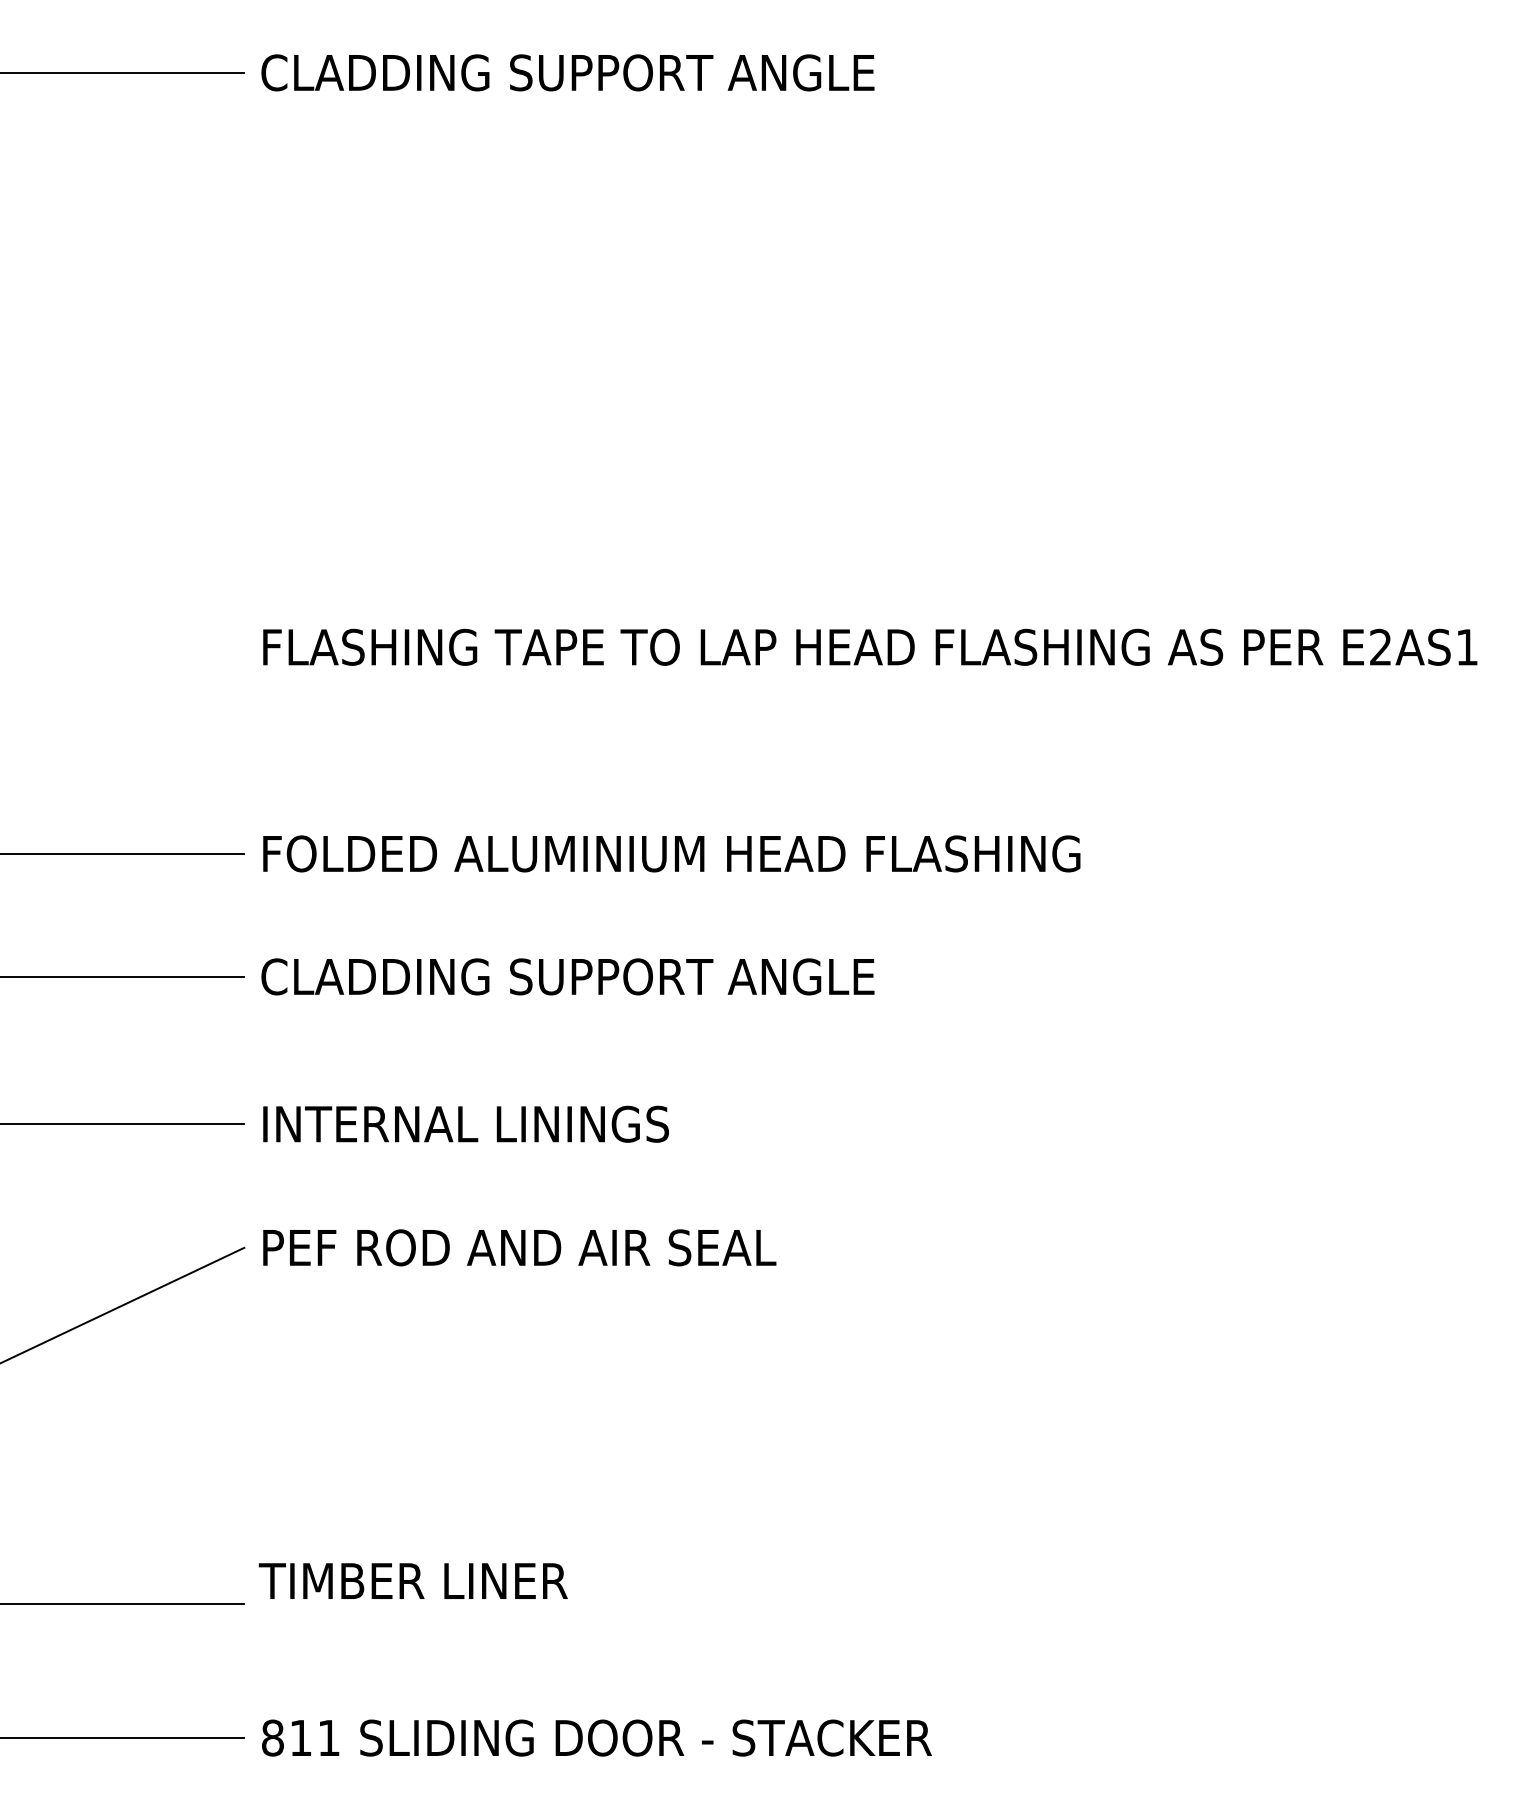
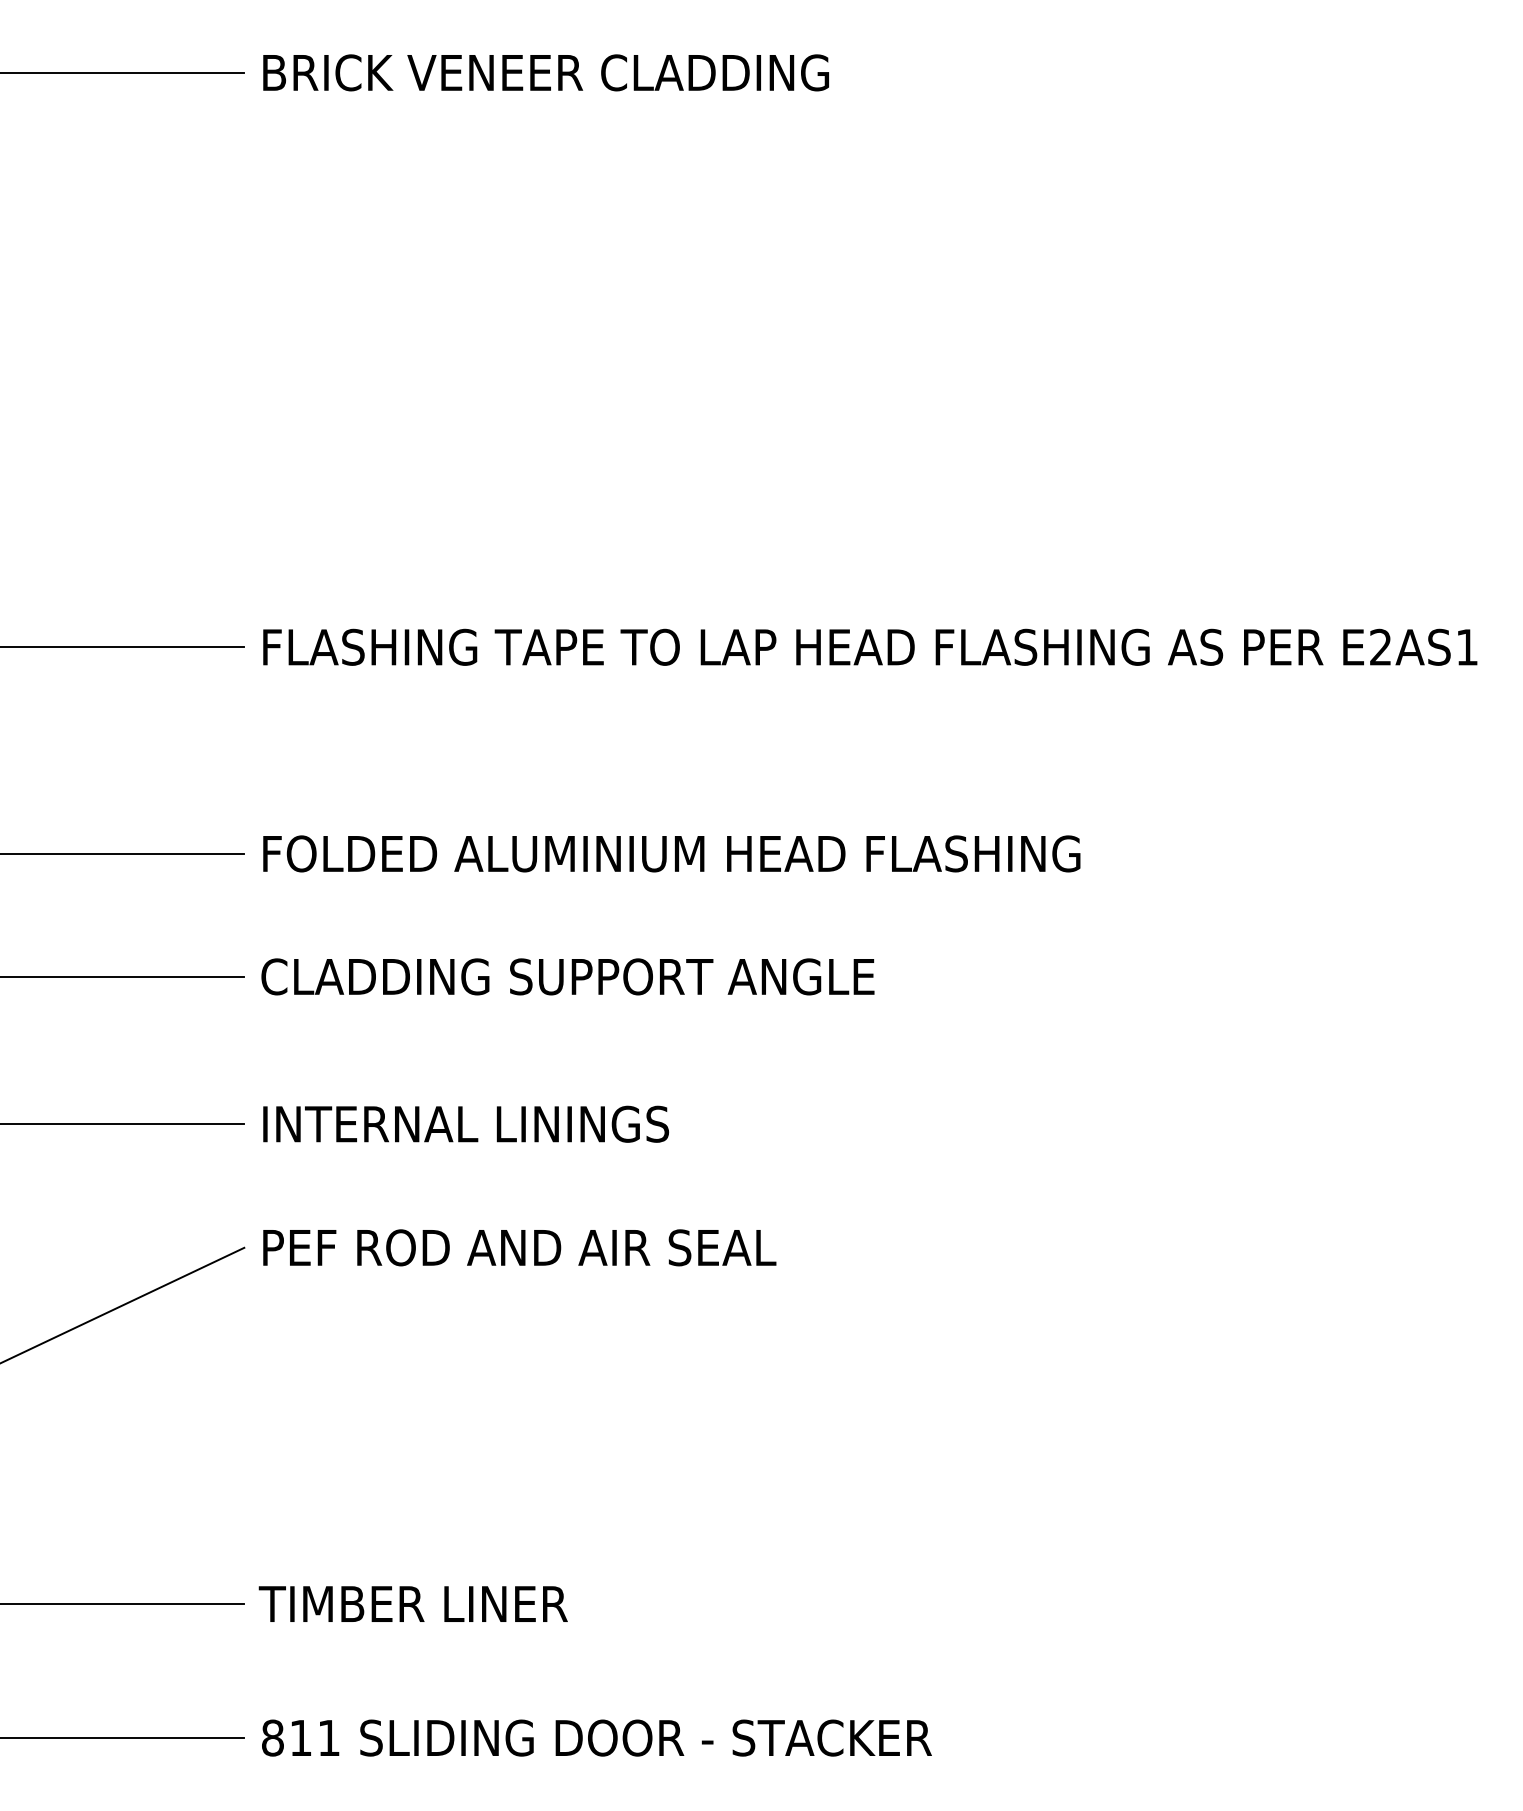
text at (567, 72): CLADDING SUPPORT ANGLE -> BRICK VENEER CLADDING
line at (123, 647): none -> present
text at (412, 1580) position: (412, 1580) -> (412, 1603)
